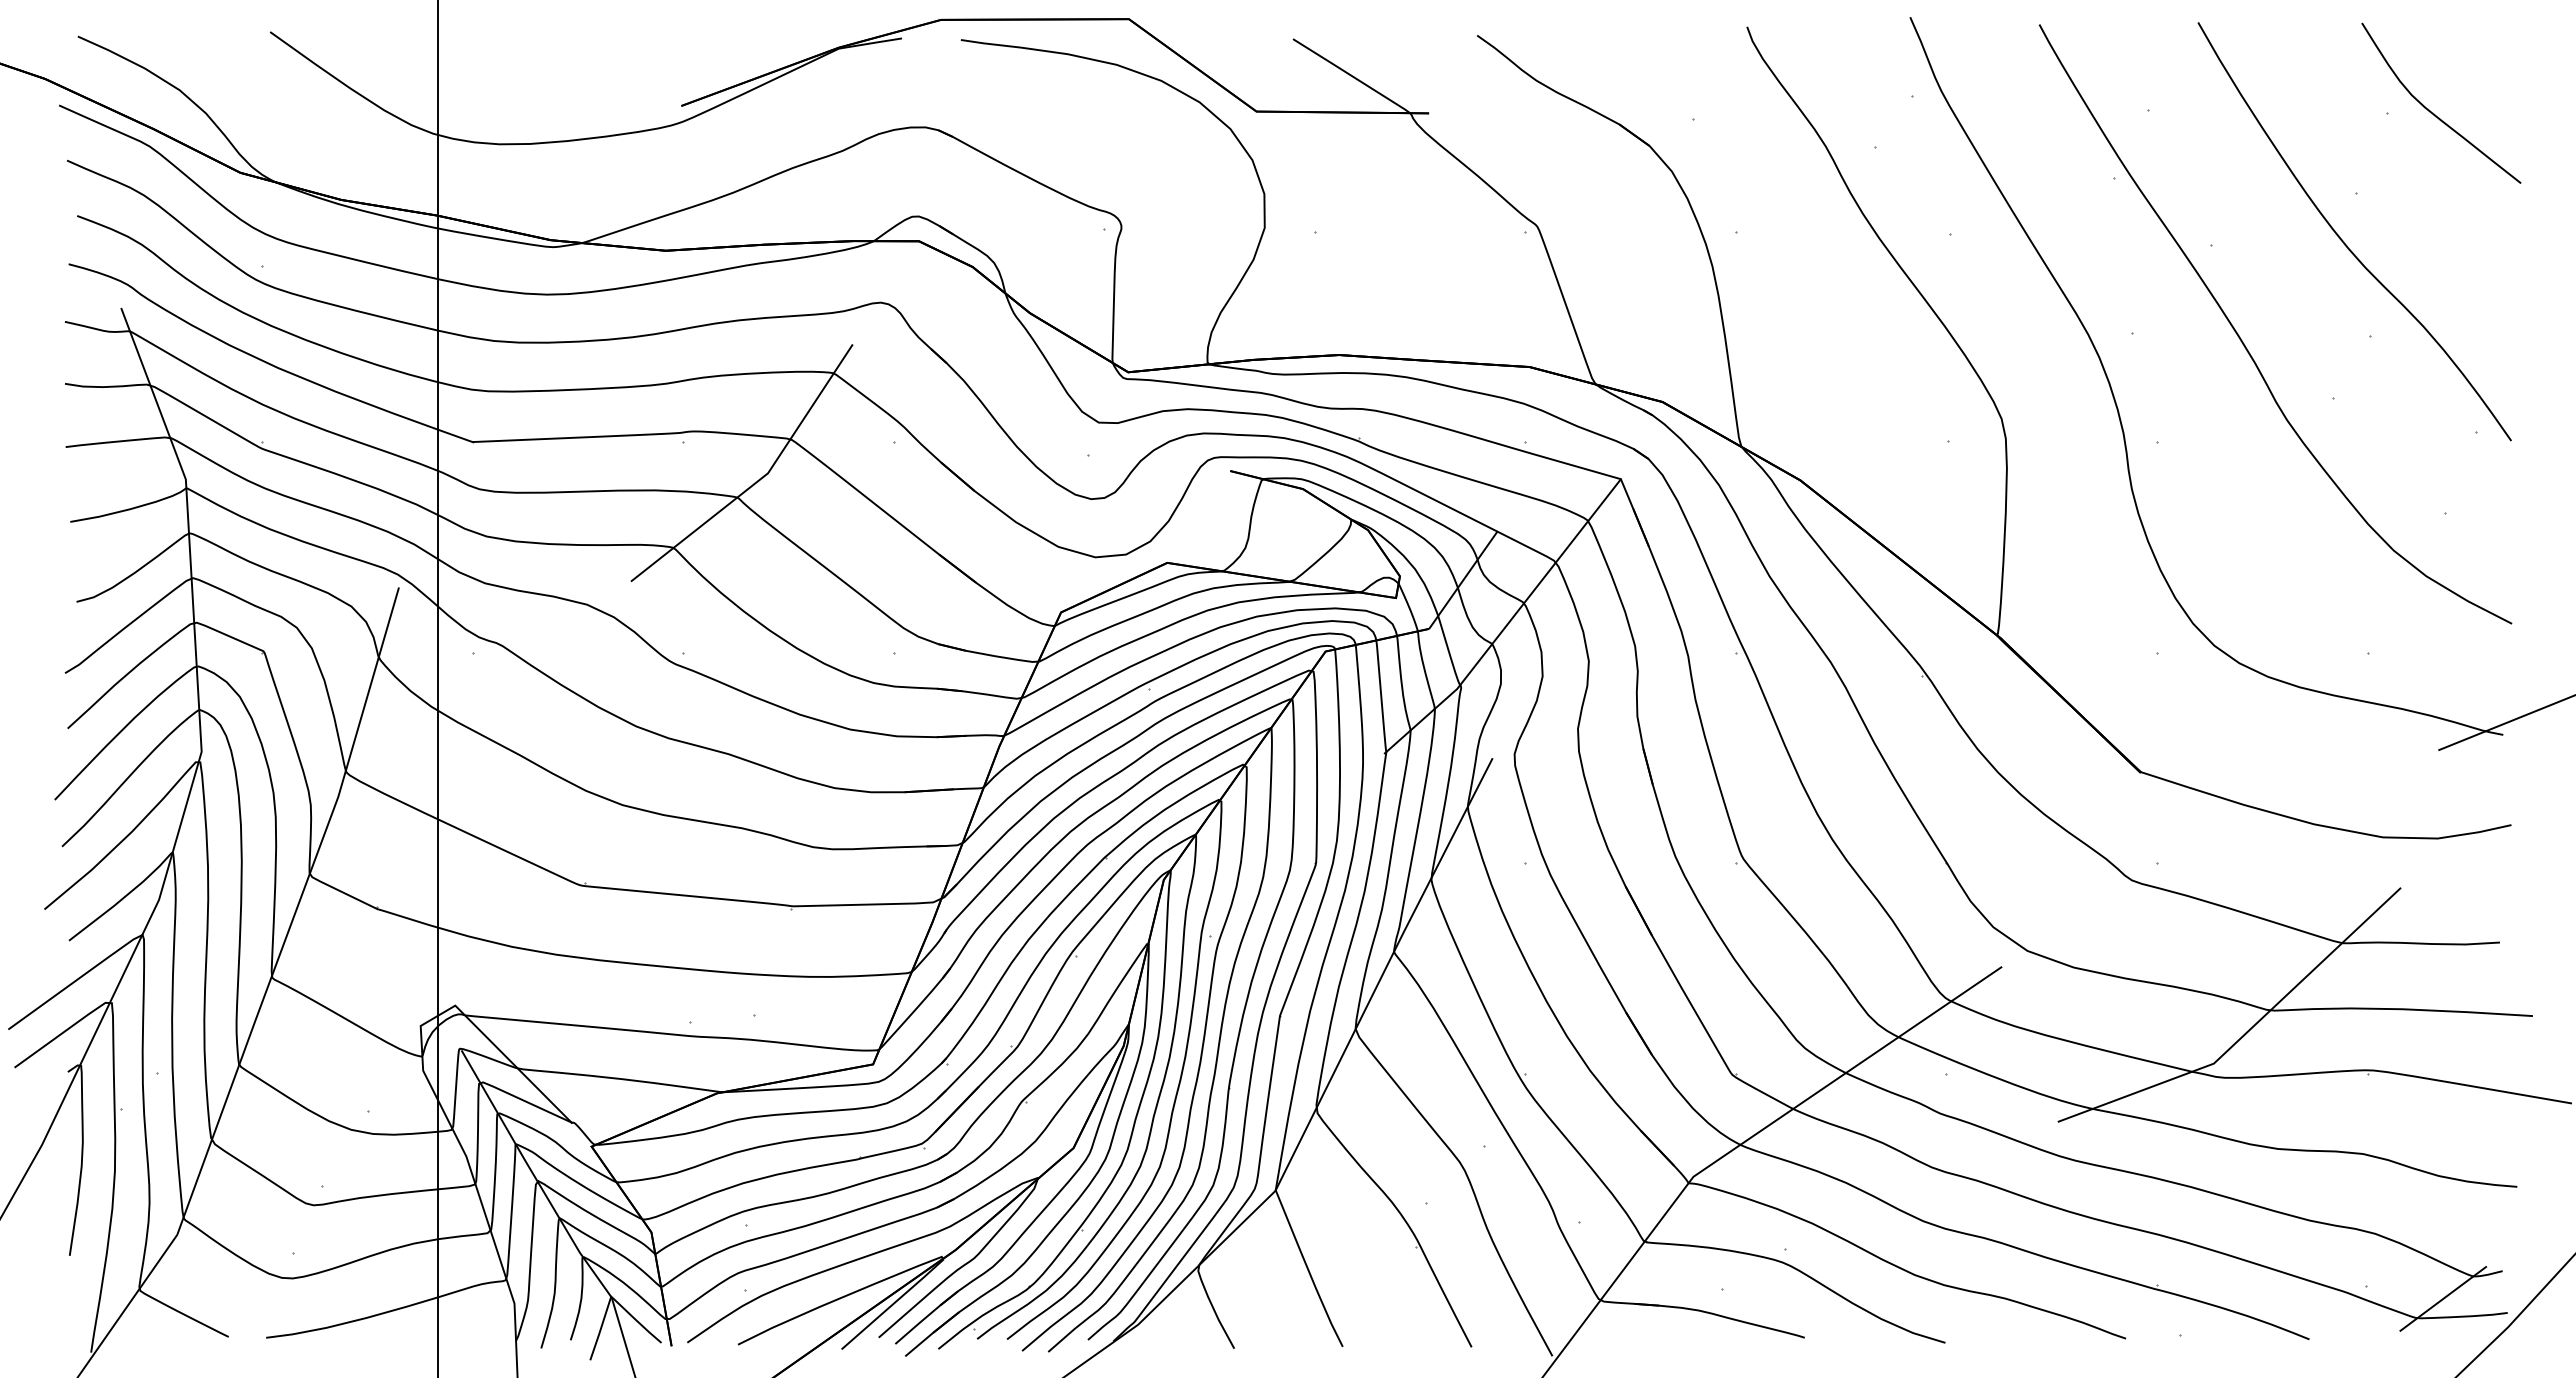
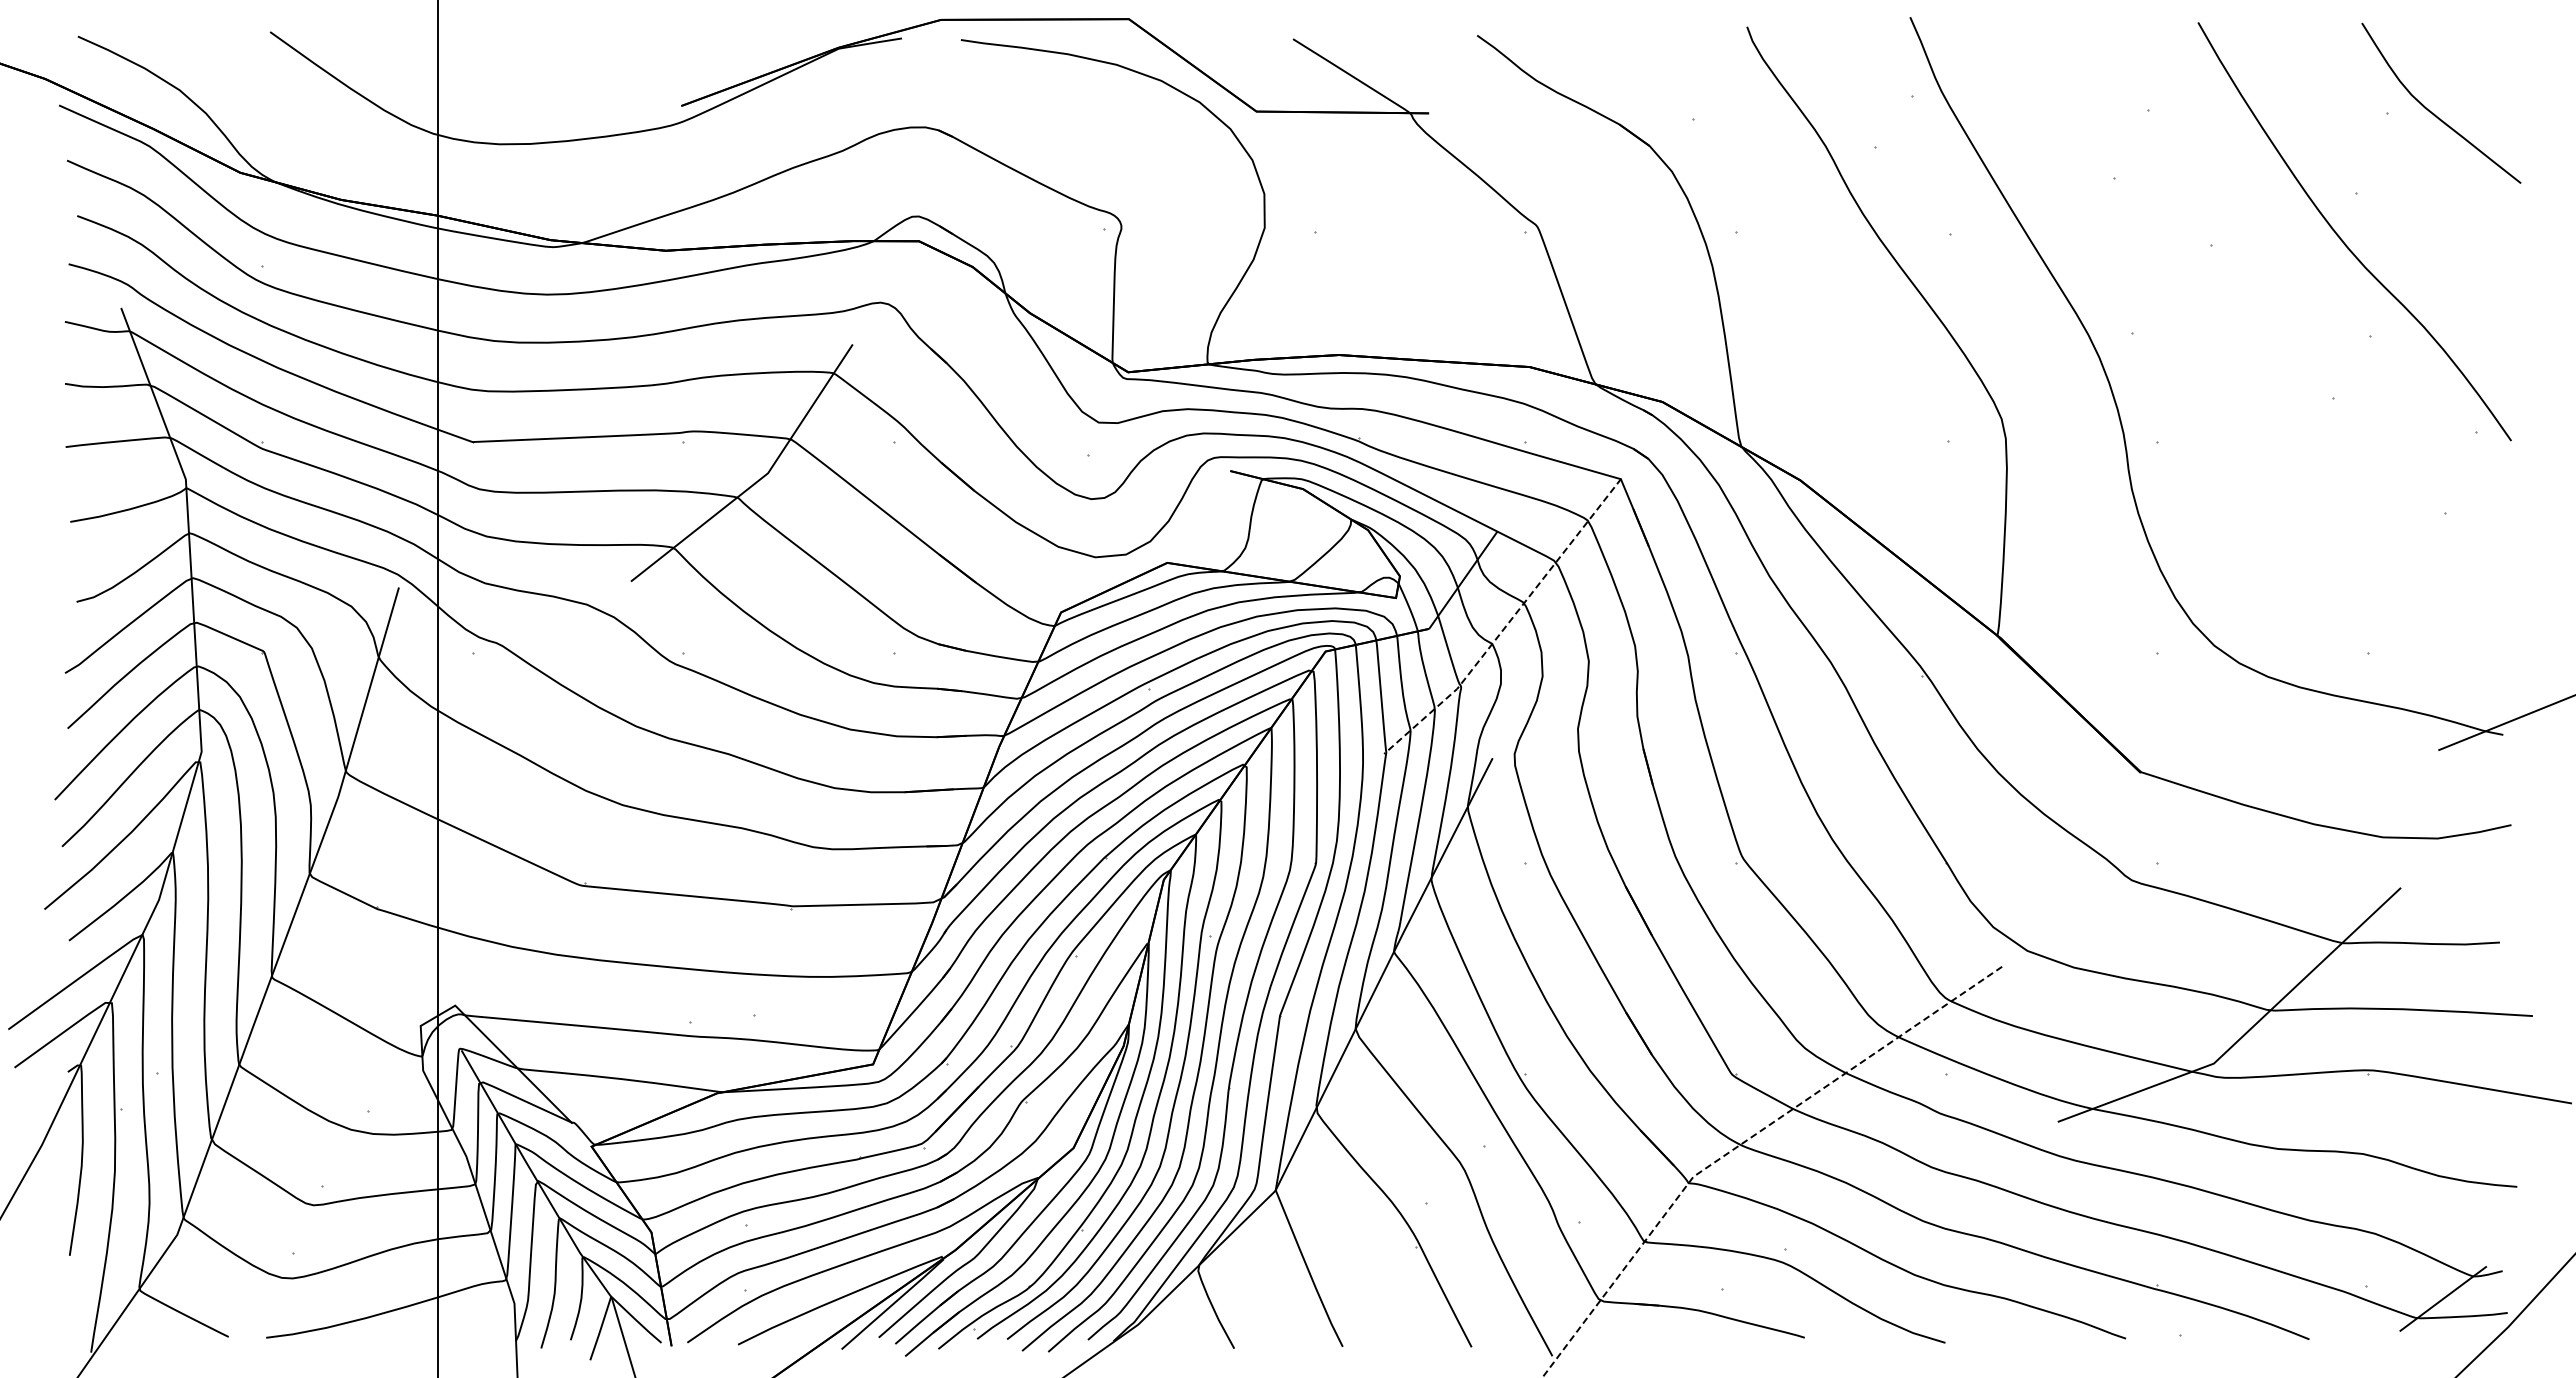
curve at (2244, 343): present -> none
line at (1508, 622): solid -> dashed
line at (1742, 1143): solid -> dashed
